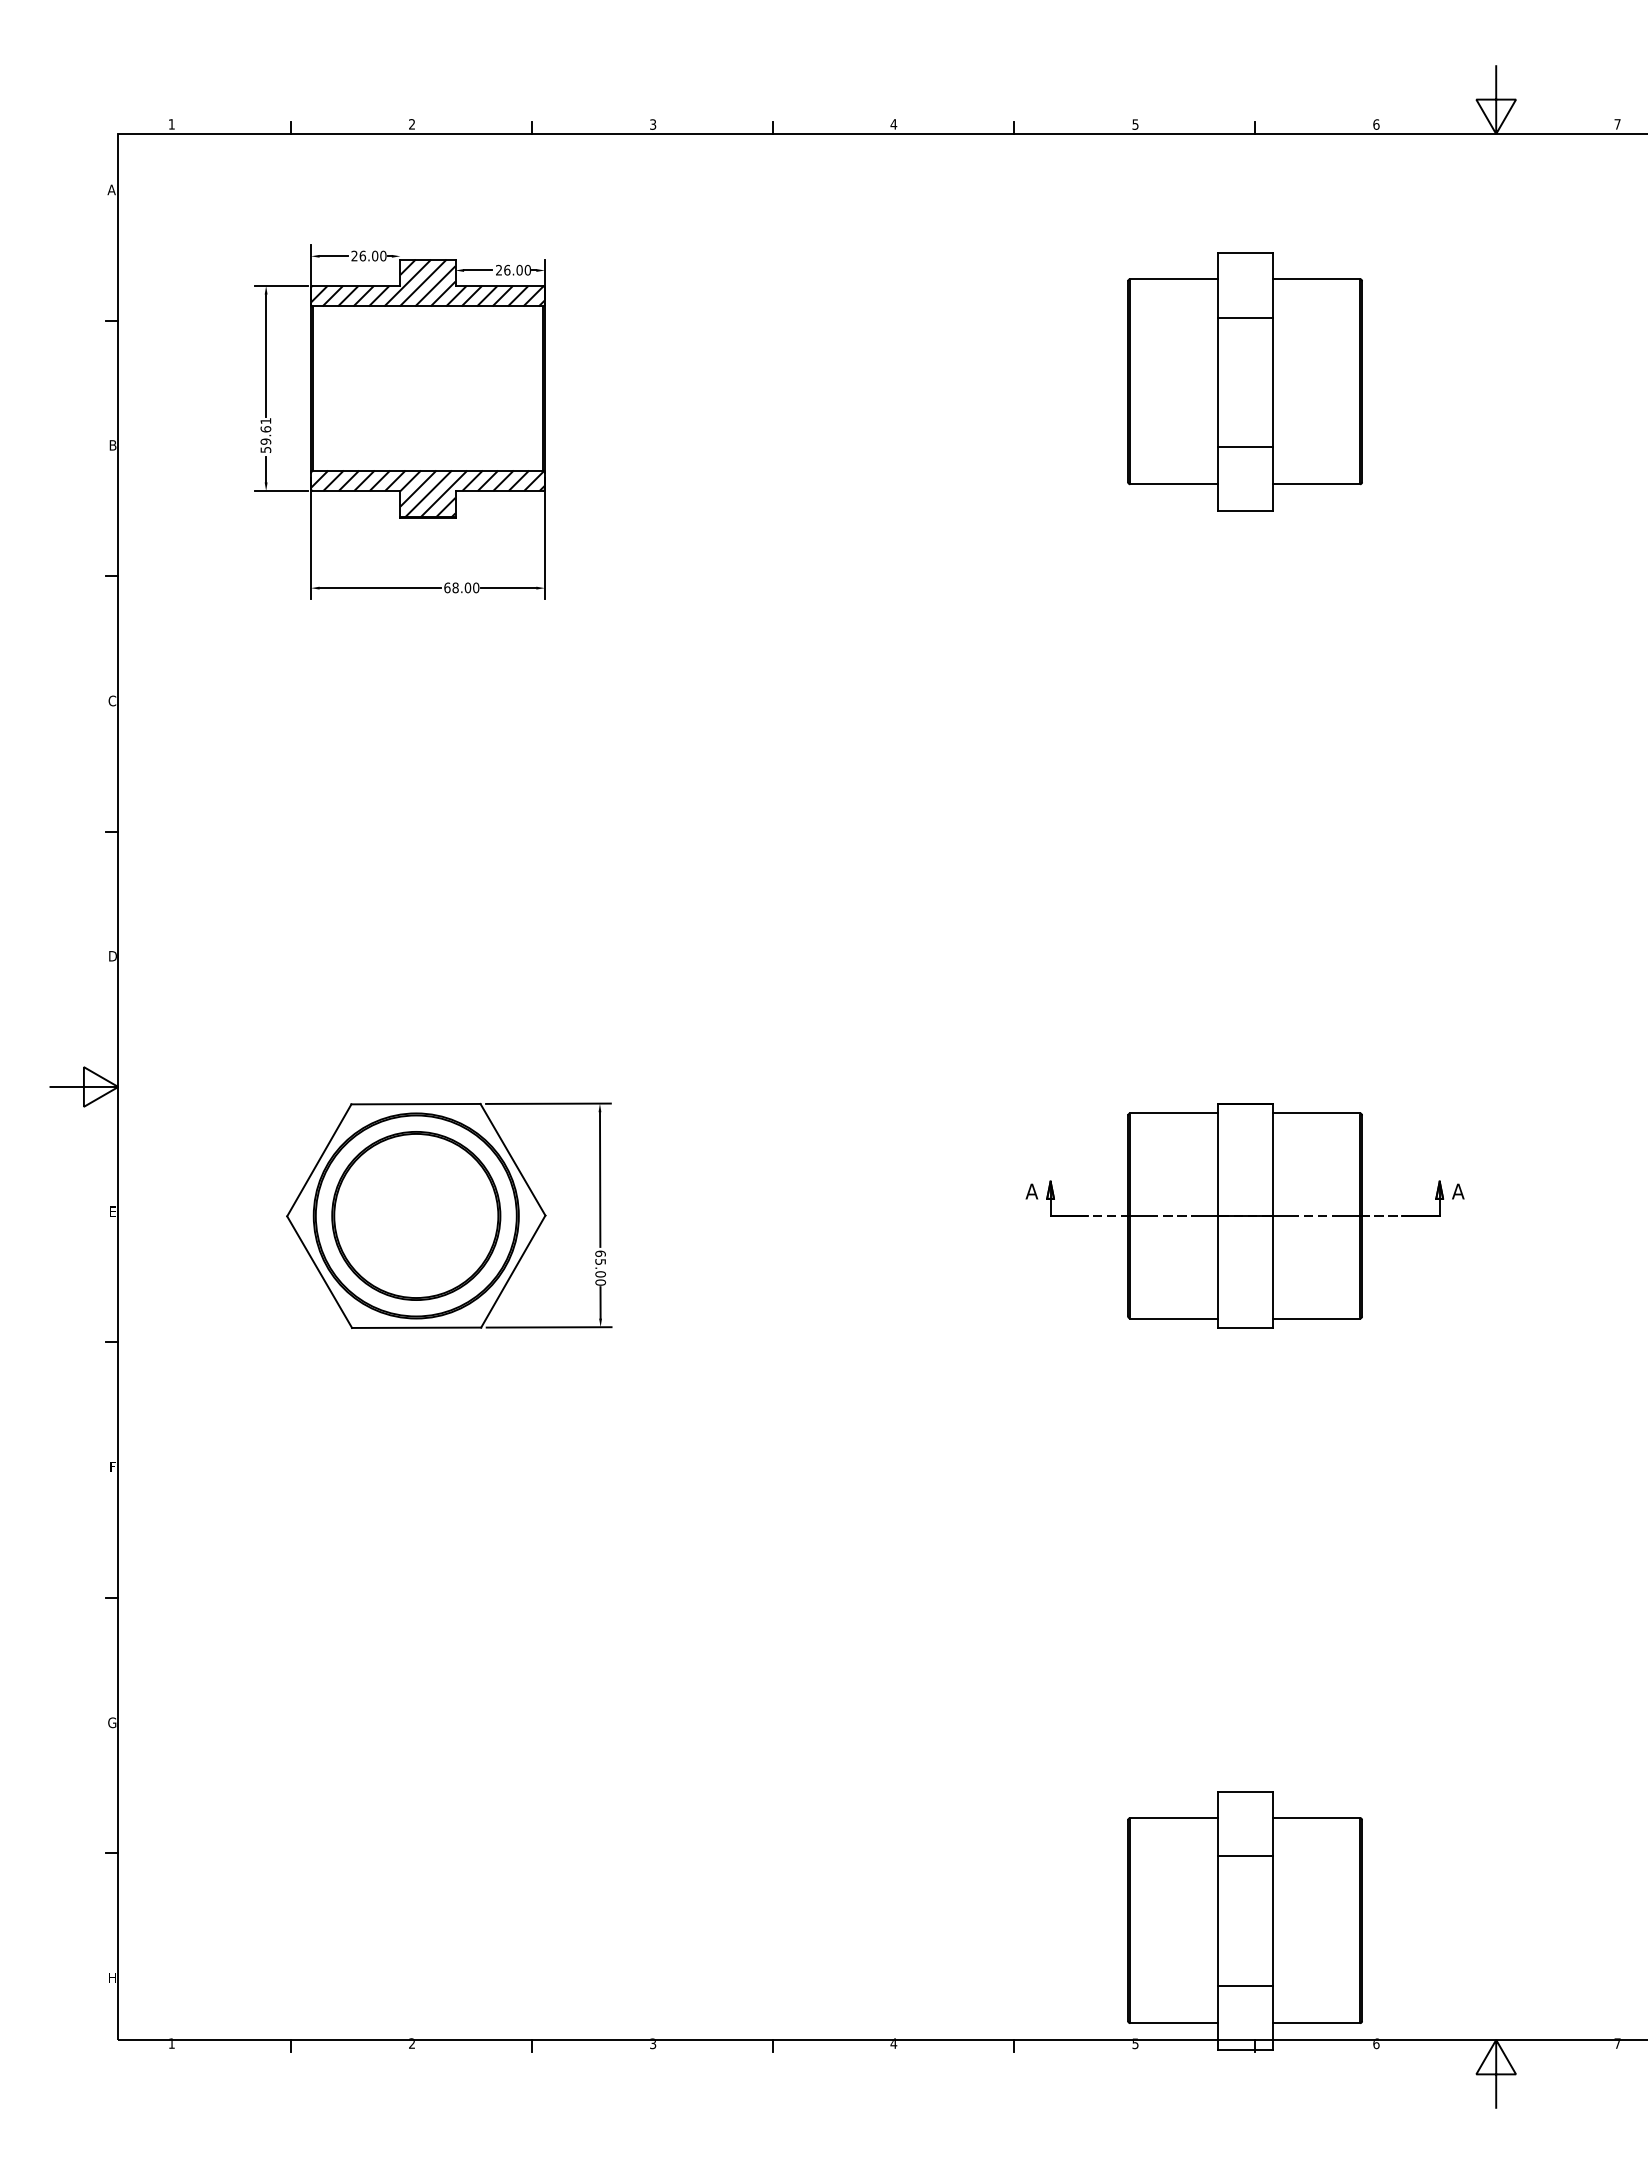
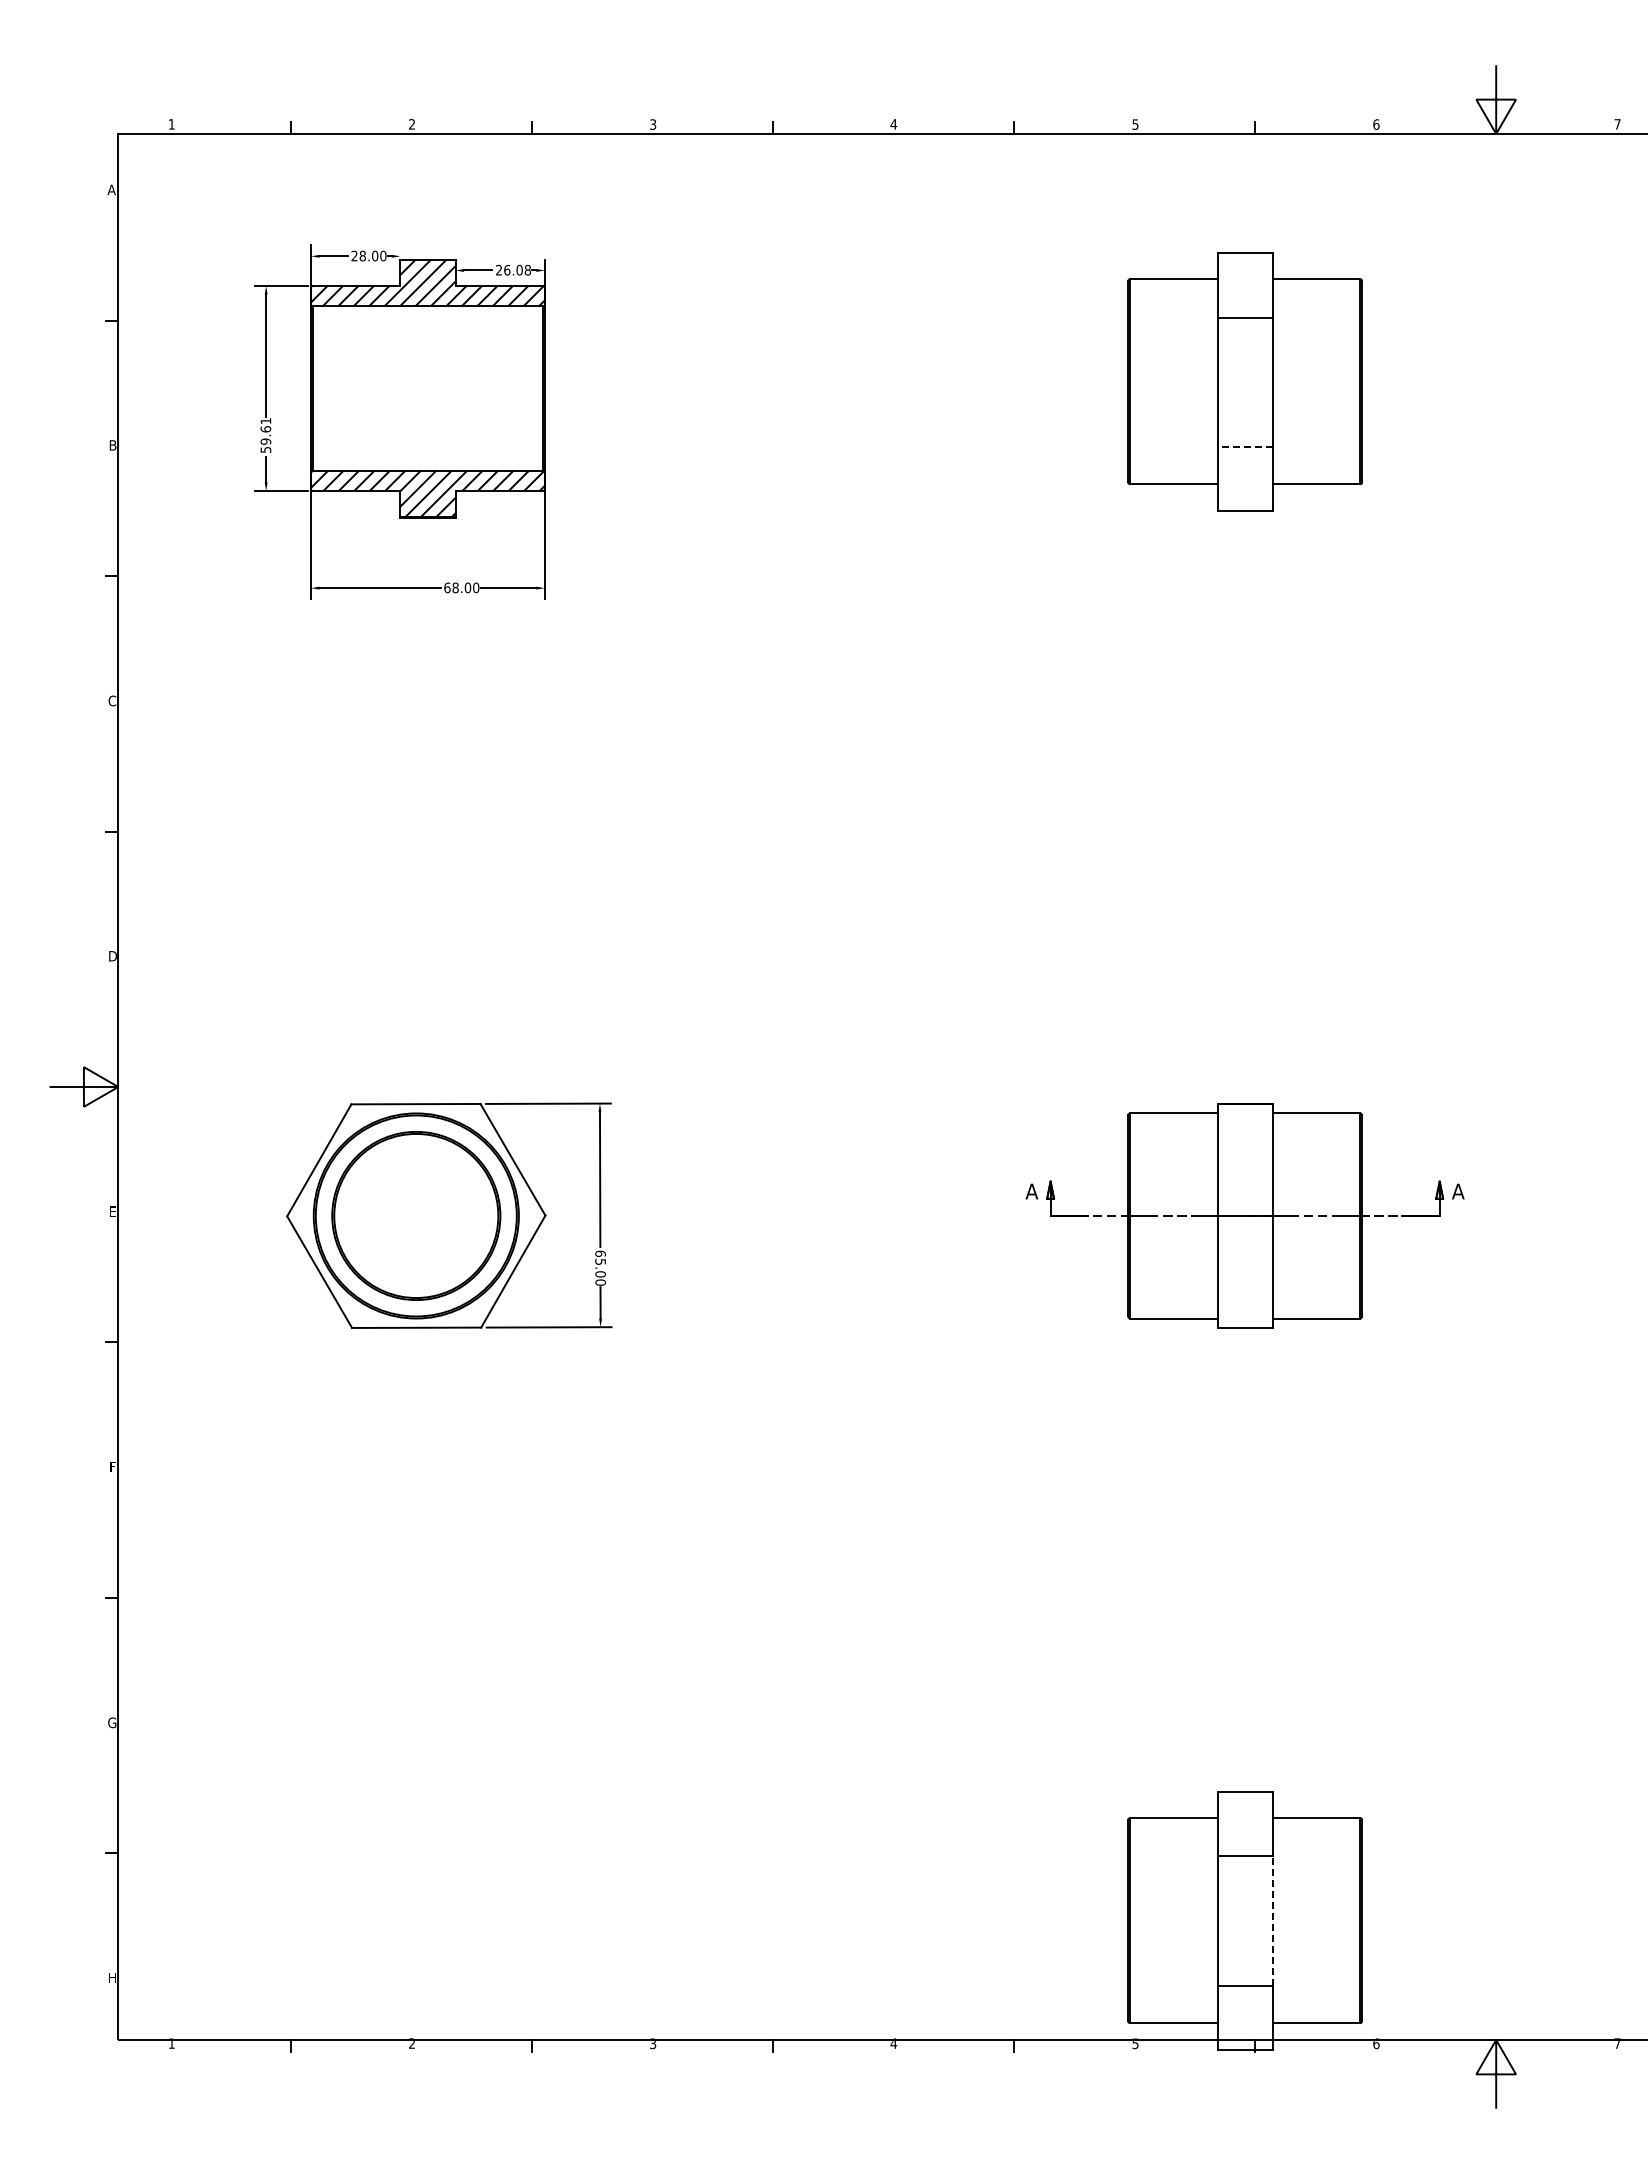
text at (362, 255): 26.00 -> 28.00
text at (527, 270): 26.00 -> 26.08
line at (1245, 446): solid -> dashed
line at (1272, 1920): solid -> dashed
